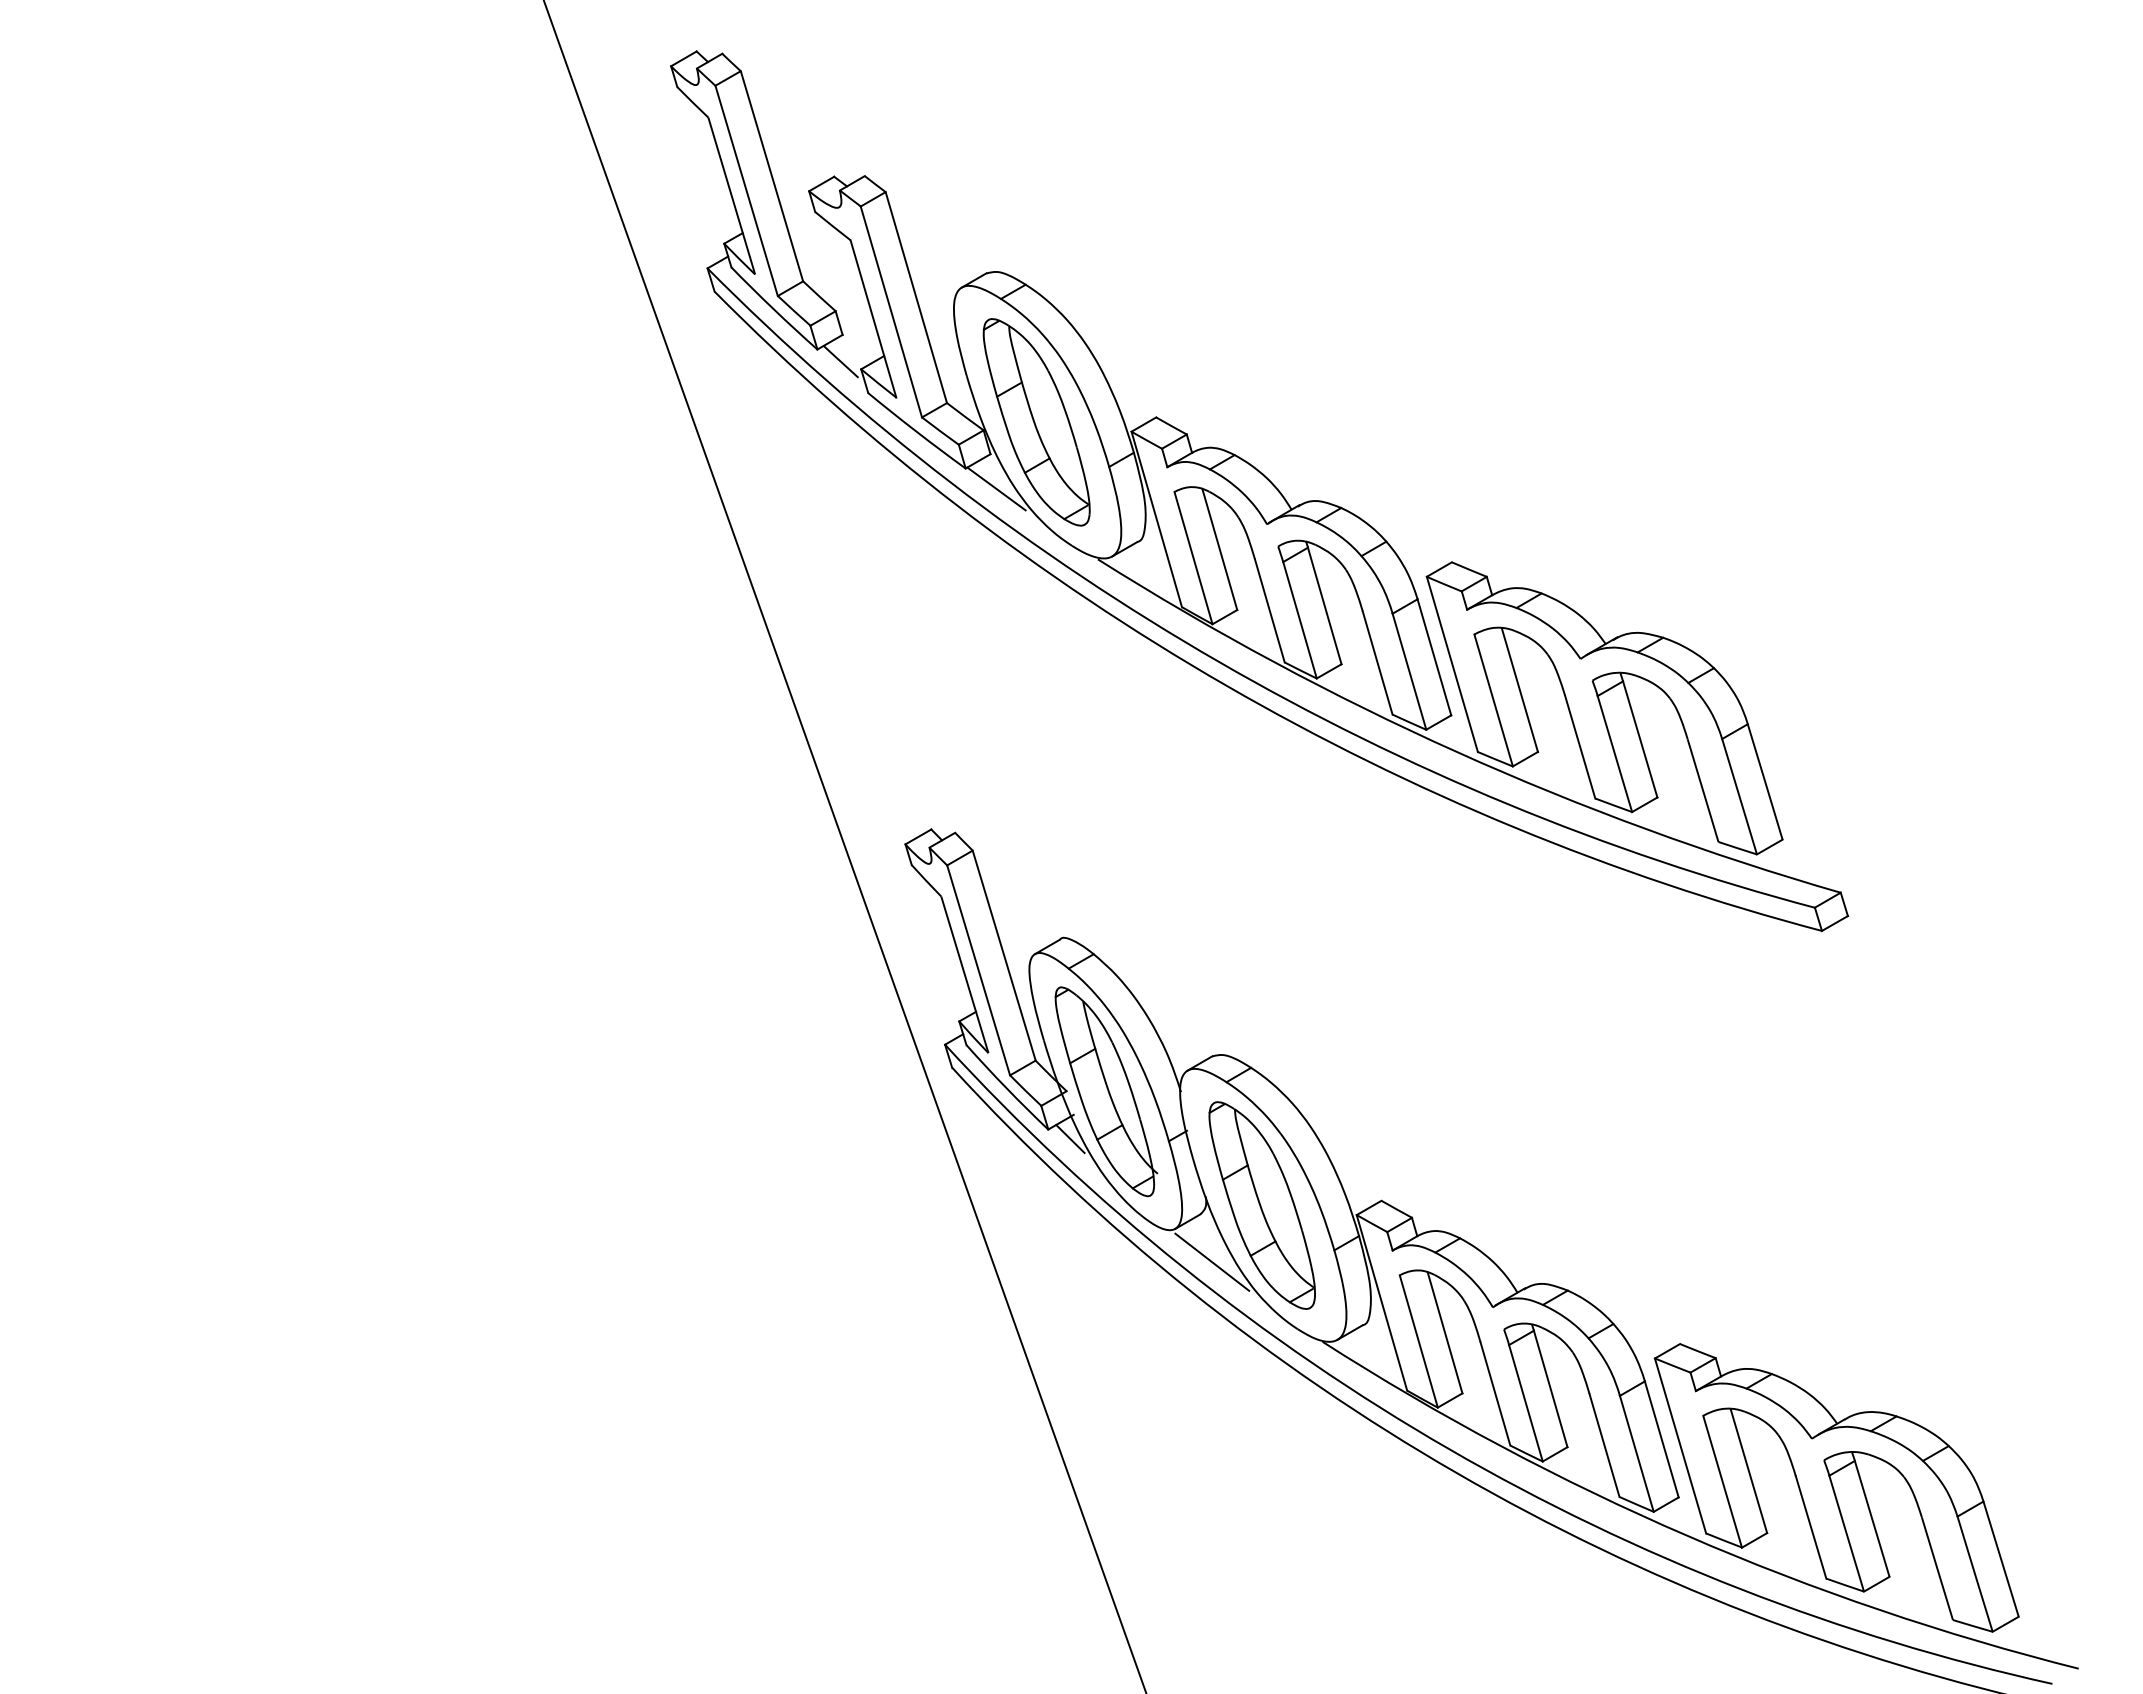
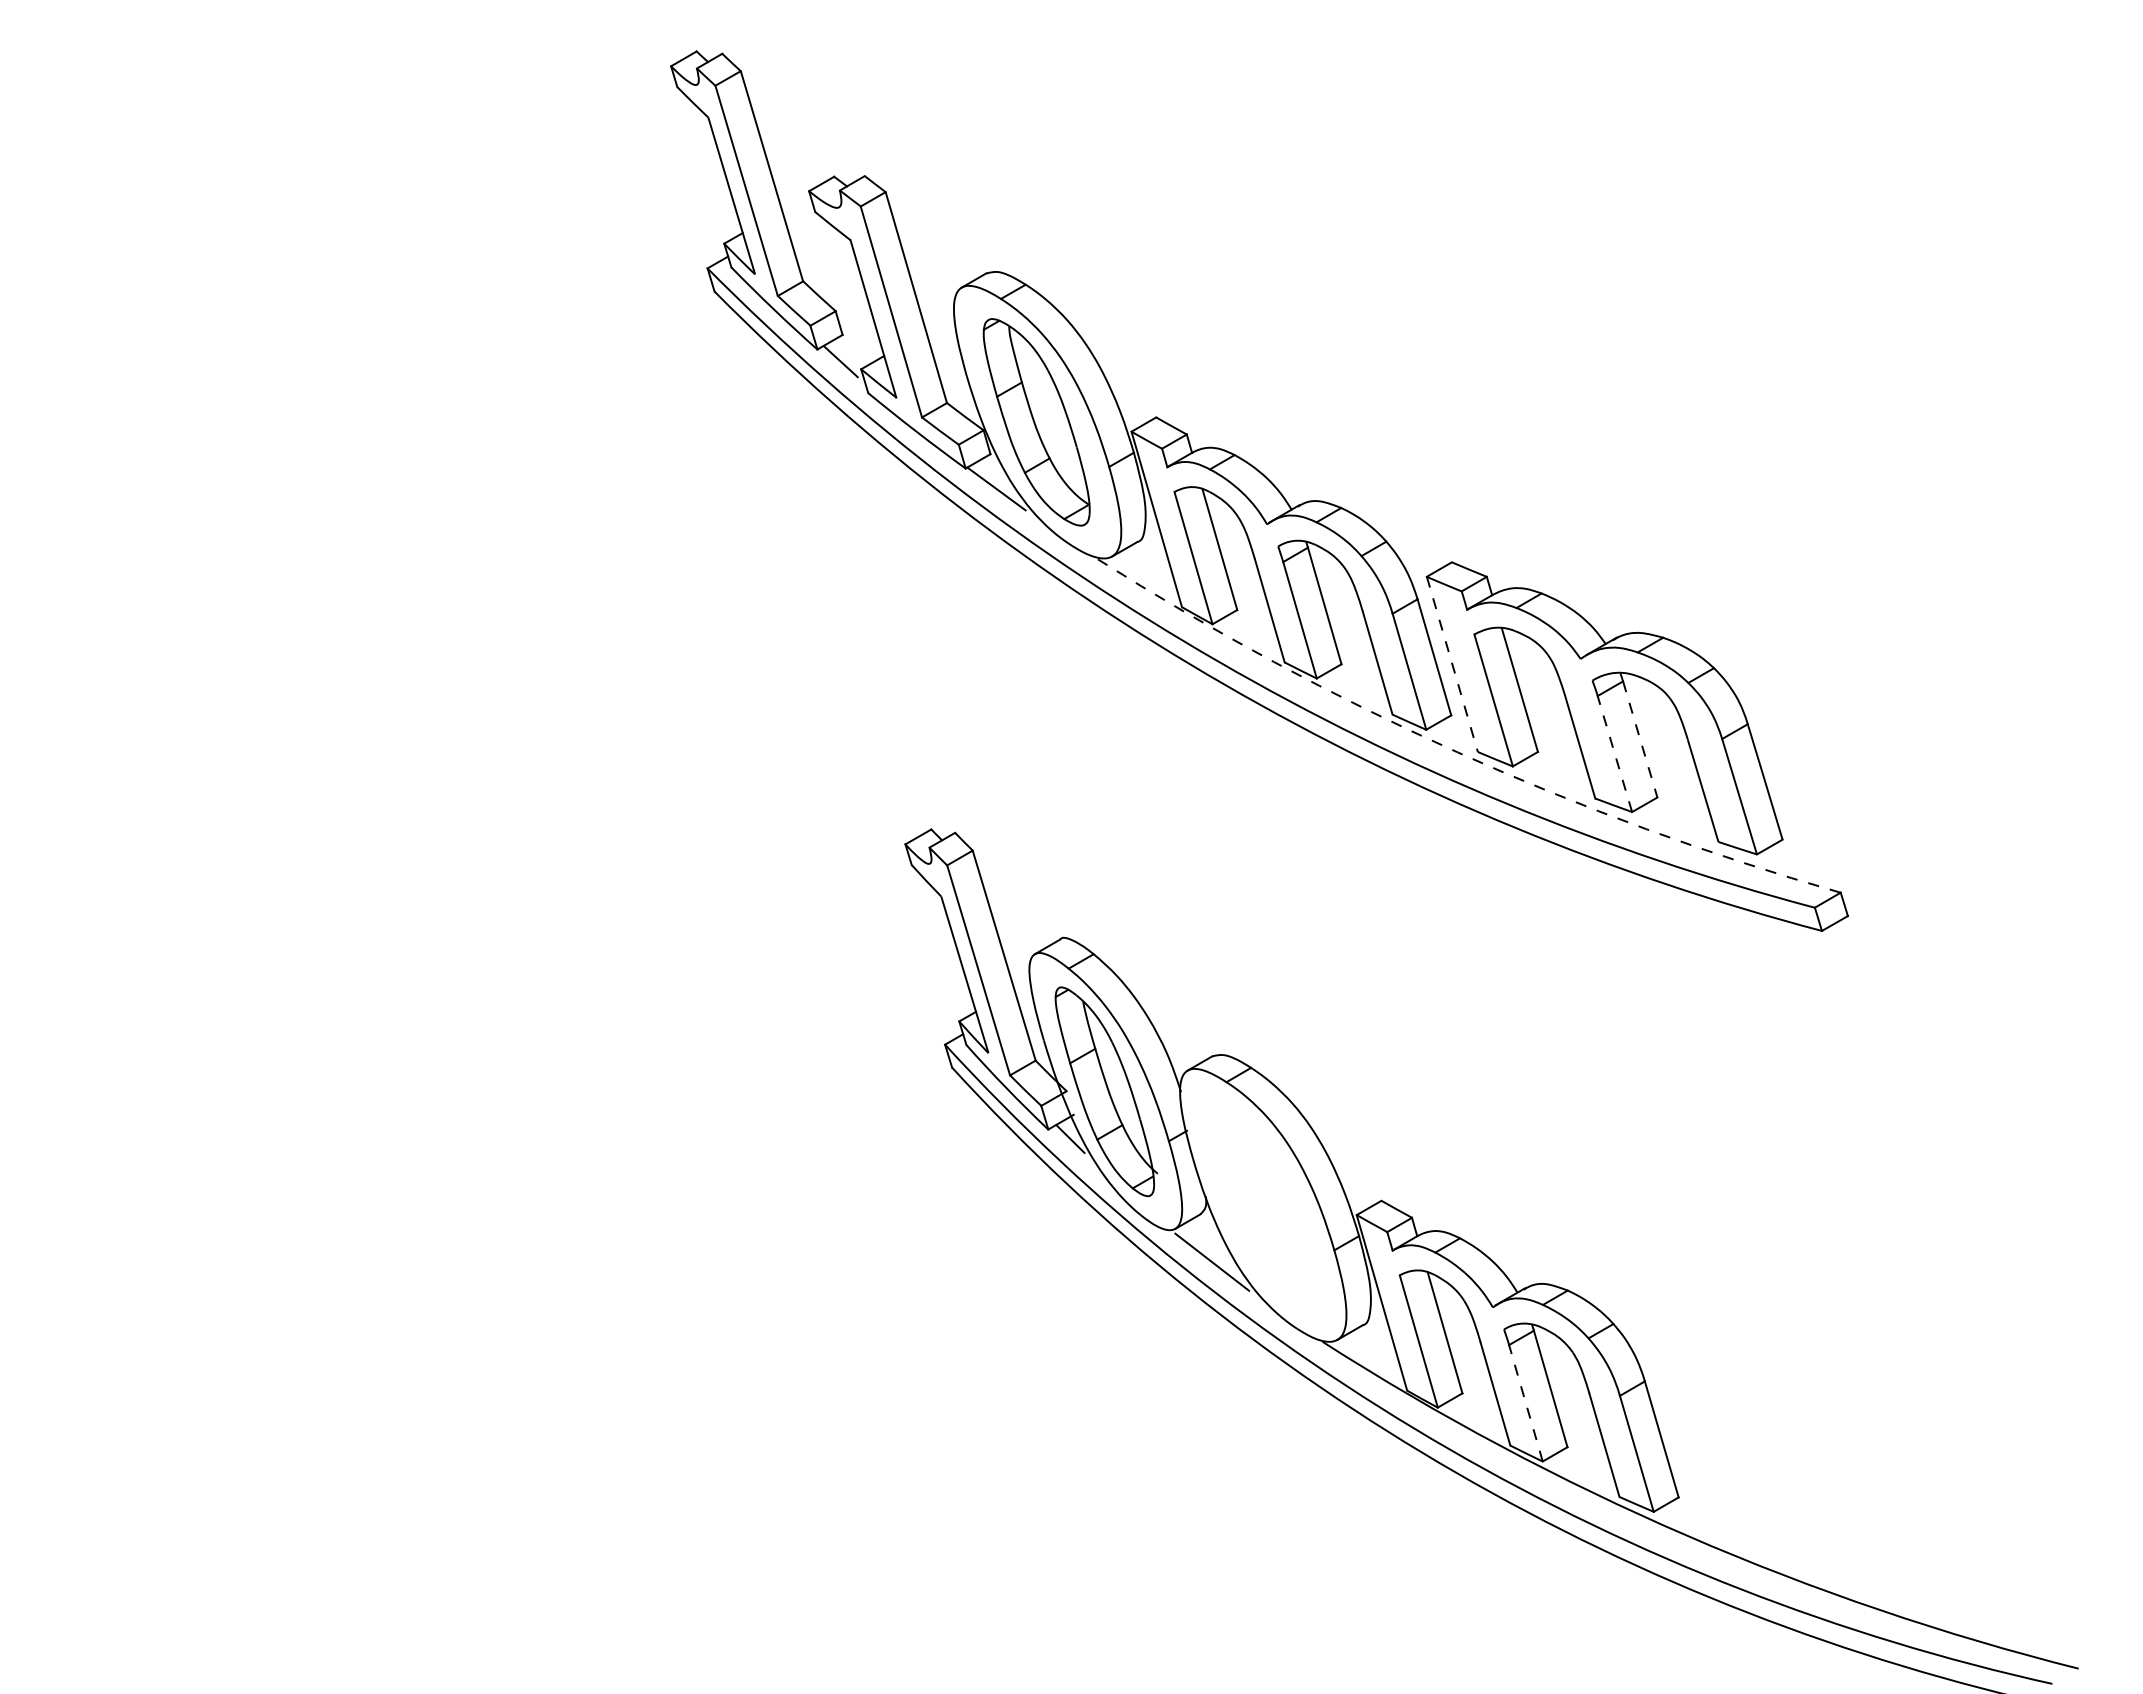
line at (1452, 664): solid -> dashed
line at (1640, 739): solid -> dashed
arc at (1457, 752): solid -> dashed
line at (1614, 754): solid -> dashed
line at (844, 846): present -> none
part at (1261, 1205): present -> none
line at (1525, 1403): solid -> dashed
part at (1836, 1487): present -> none
